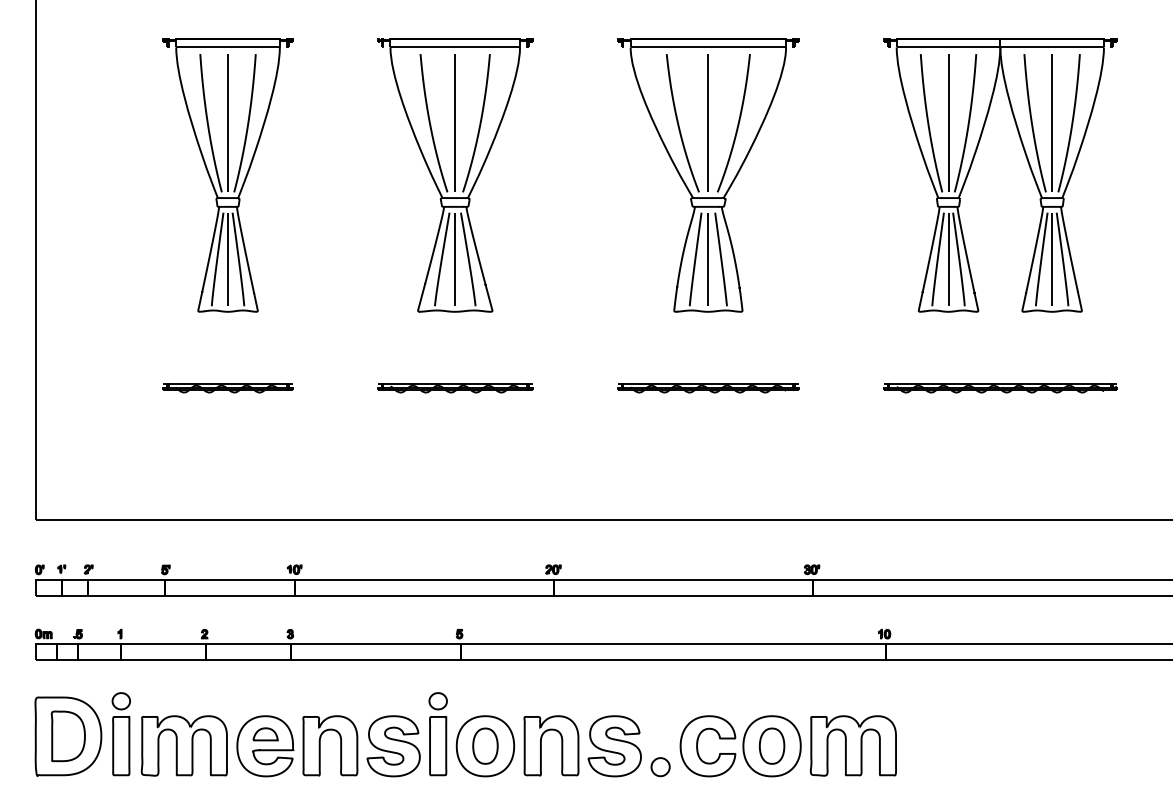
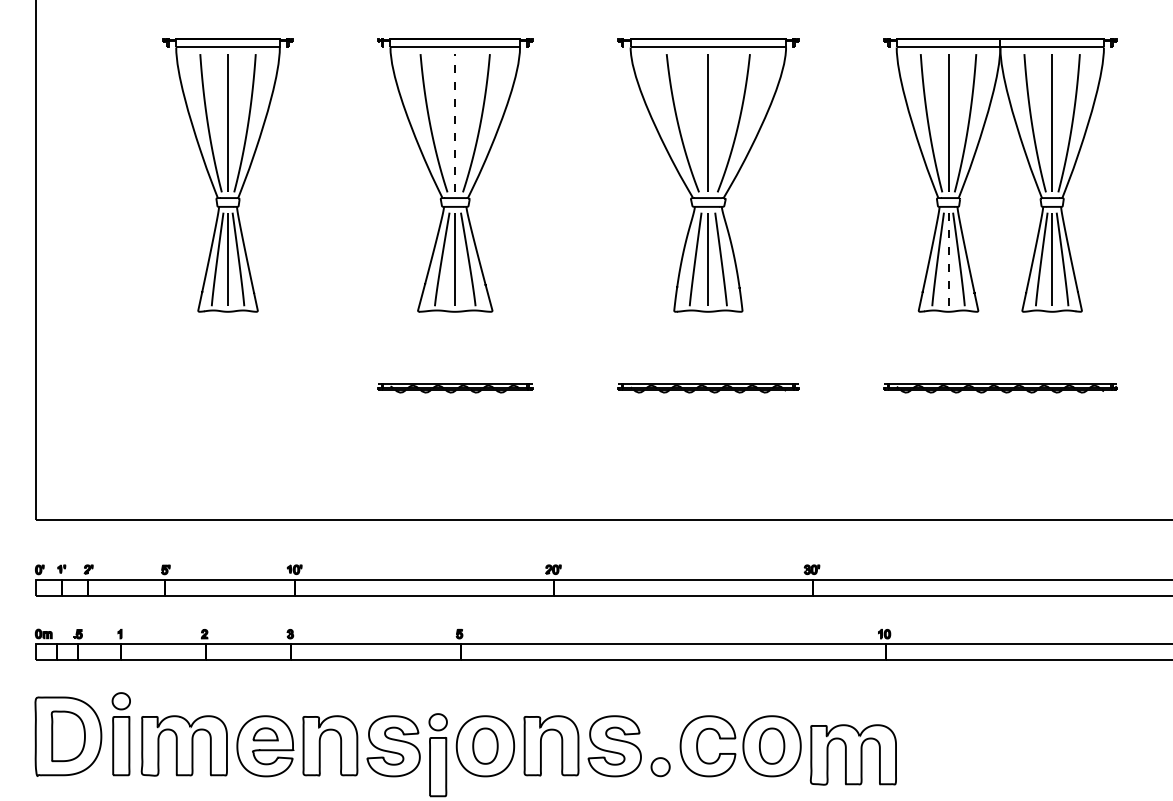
line at (455, 122): solid -> dashed
line at (948, 259): solid -> dashed
part at (227, 388): present -> none
part at (437, 734) position: (437, 734) -> (437, 755)
part at (852, 745) position: (852, 745) -> (852, 754)
